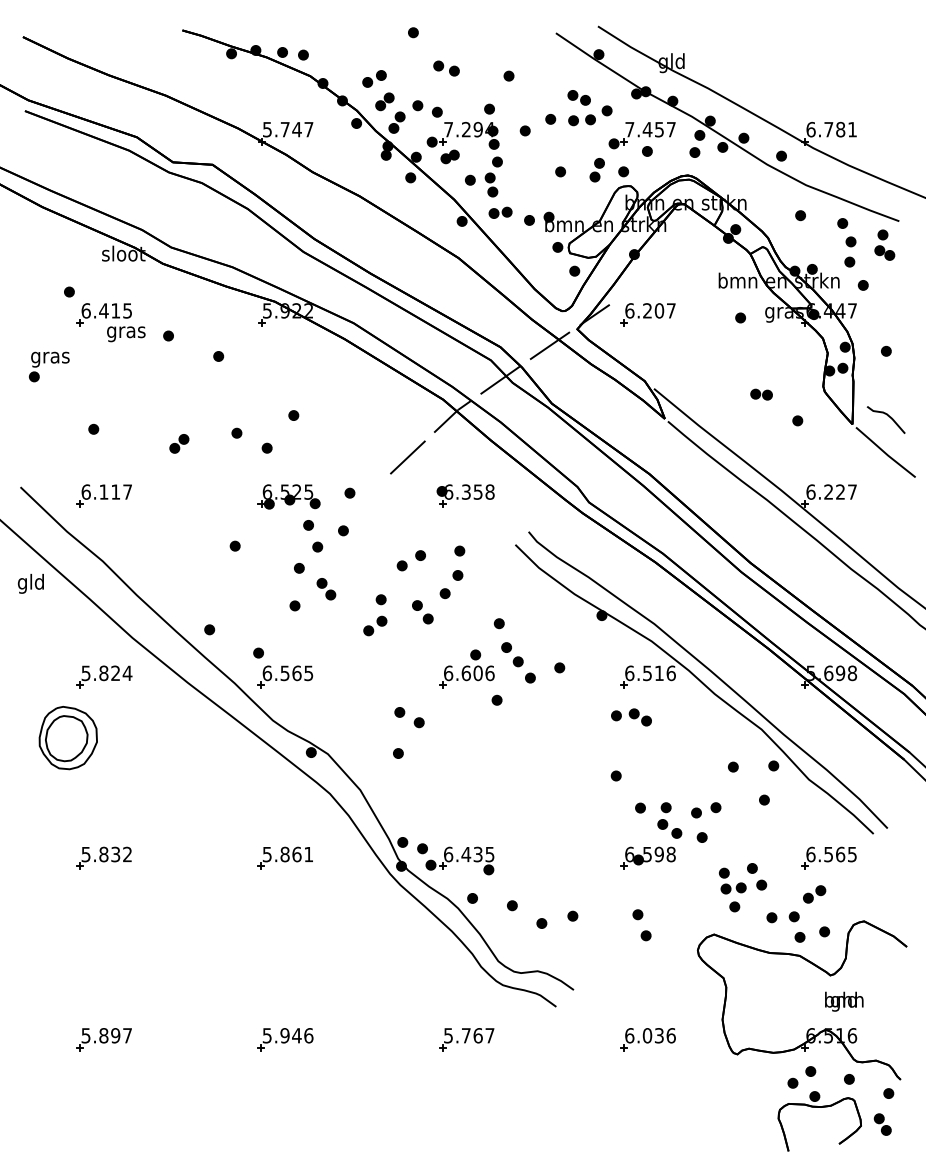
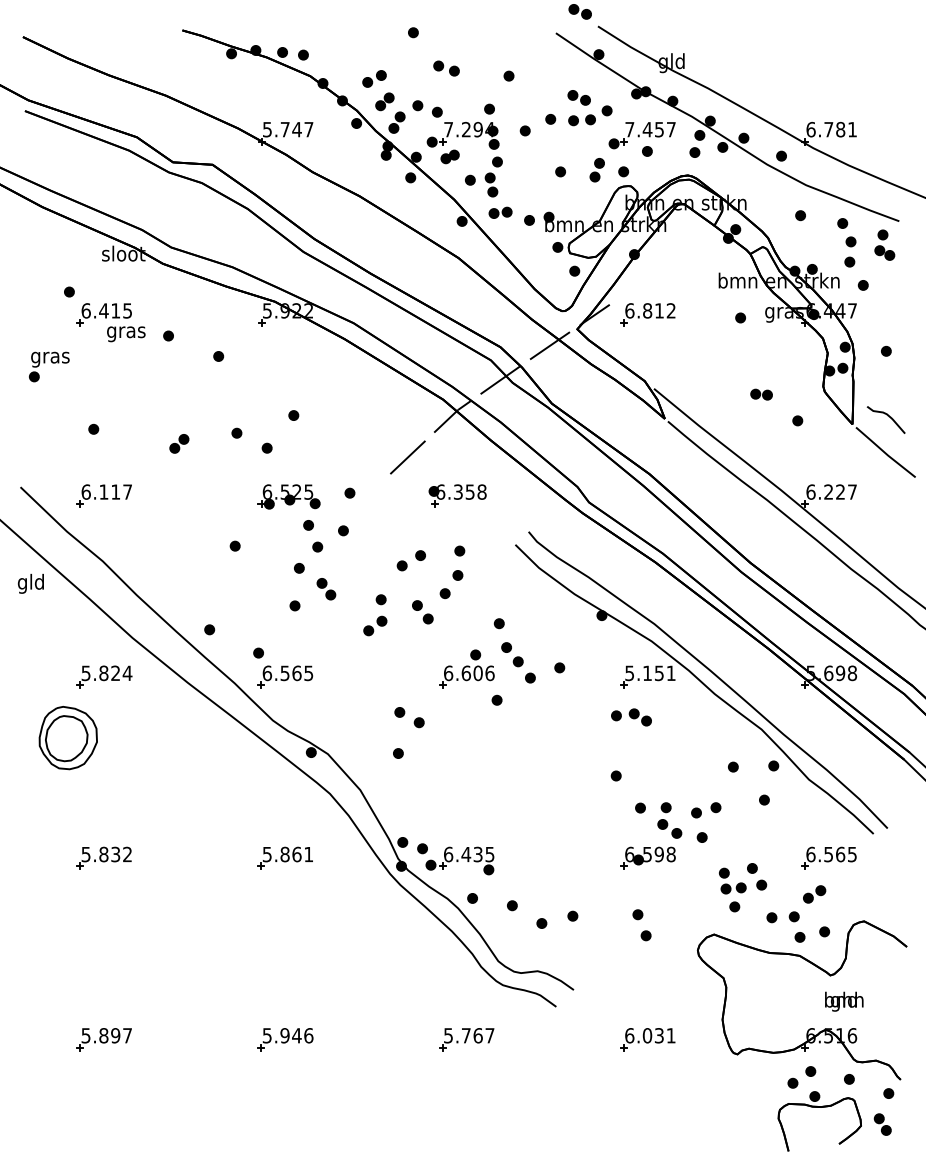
part at (579, 11): none -> present
text at (659, 310): 6.207 -> 6.812
part at (465, 495) position: (465, 495) -> (457, 495)
text at (650, 673): 6.516 -> 5.151
text at (670, 1035): 6.036 -> 6.031
